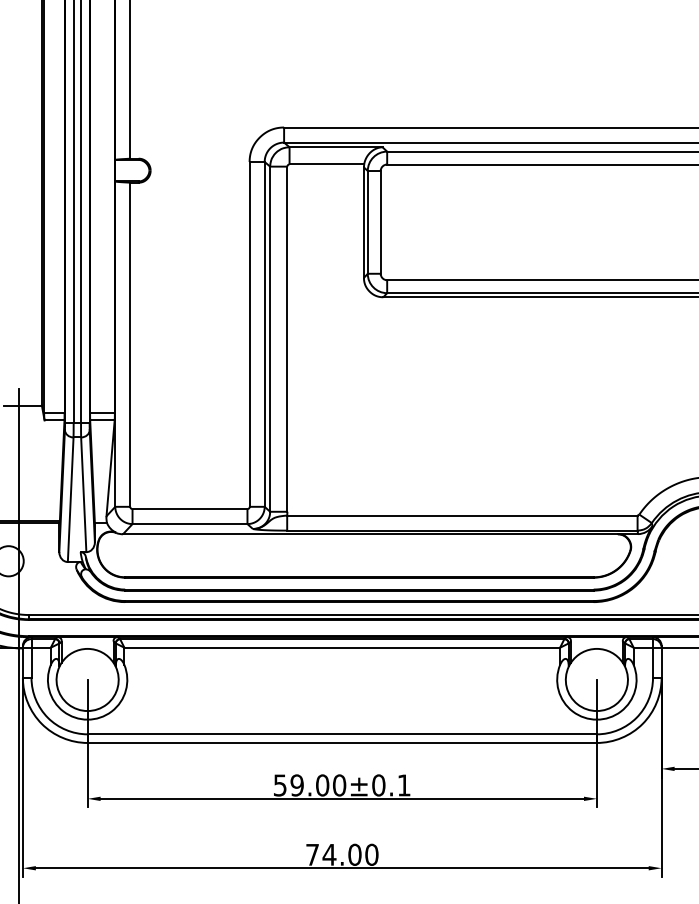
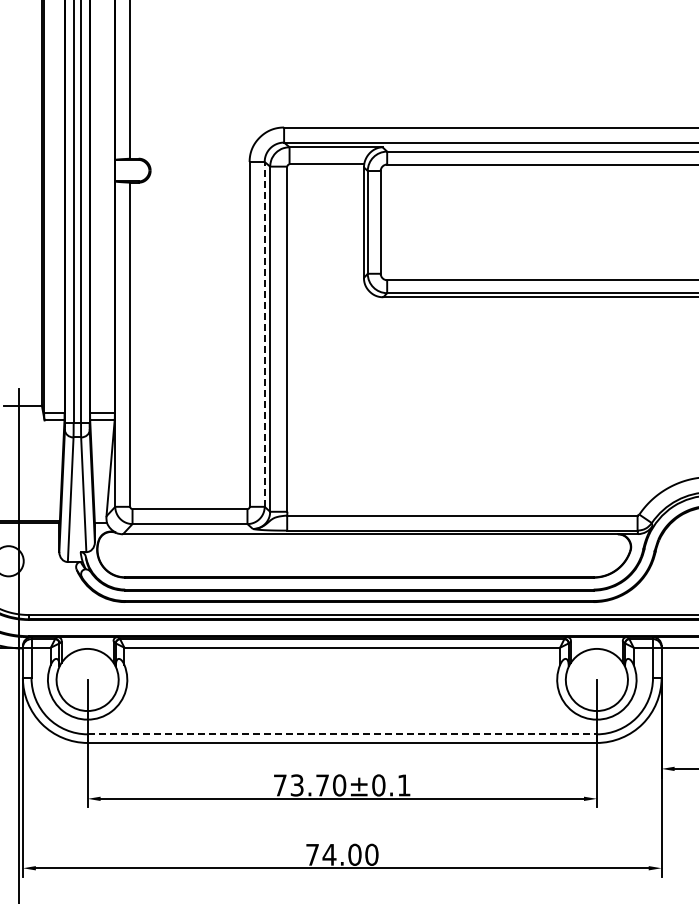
line at (264, 333): solid -> dashed
line at (342, 734): solid -> dashed
text at (301, 785): 59.00±0.1 -> 73.70±0.1
